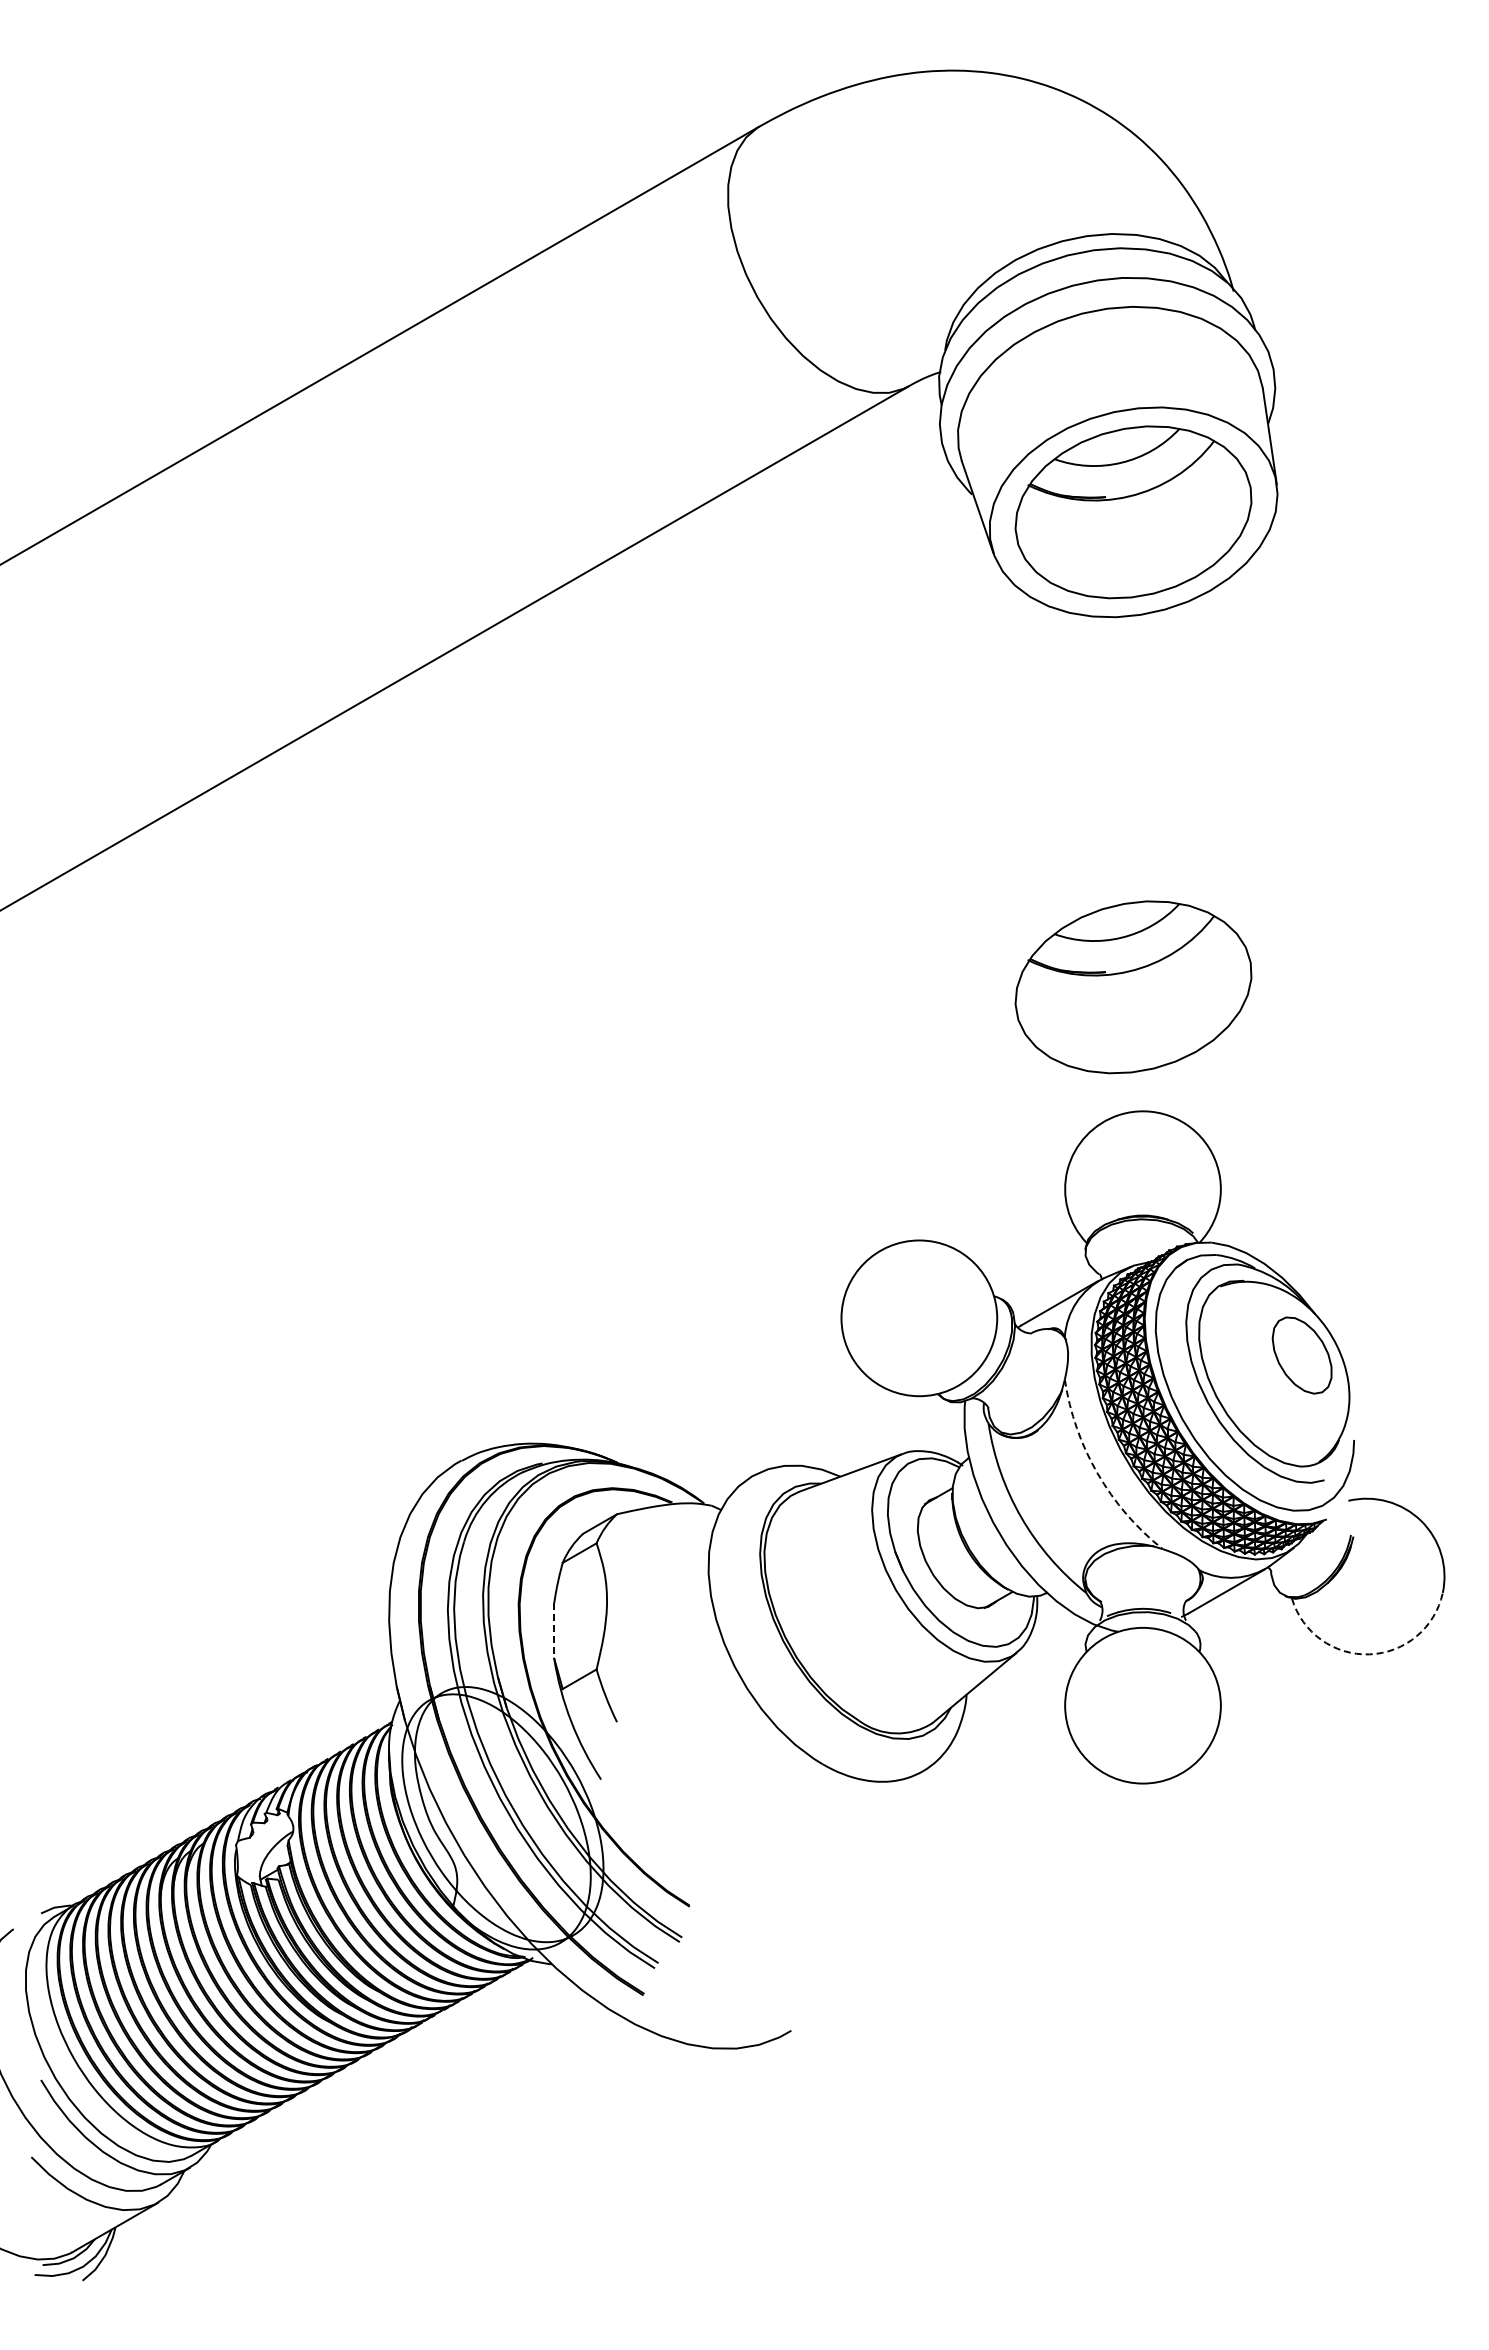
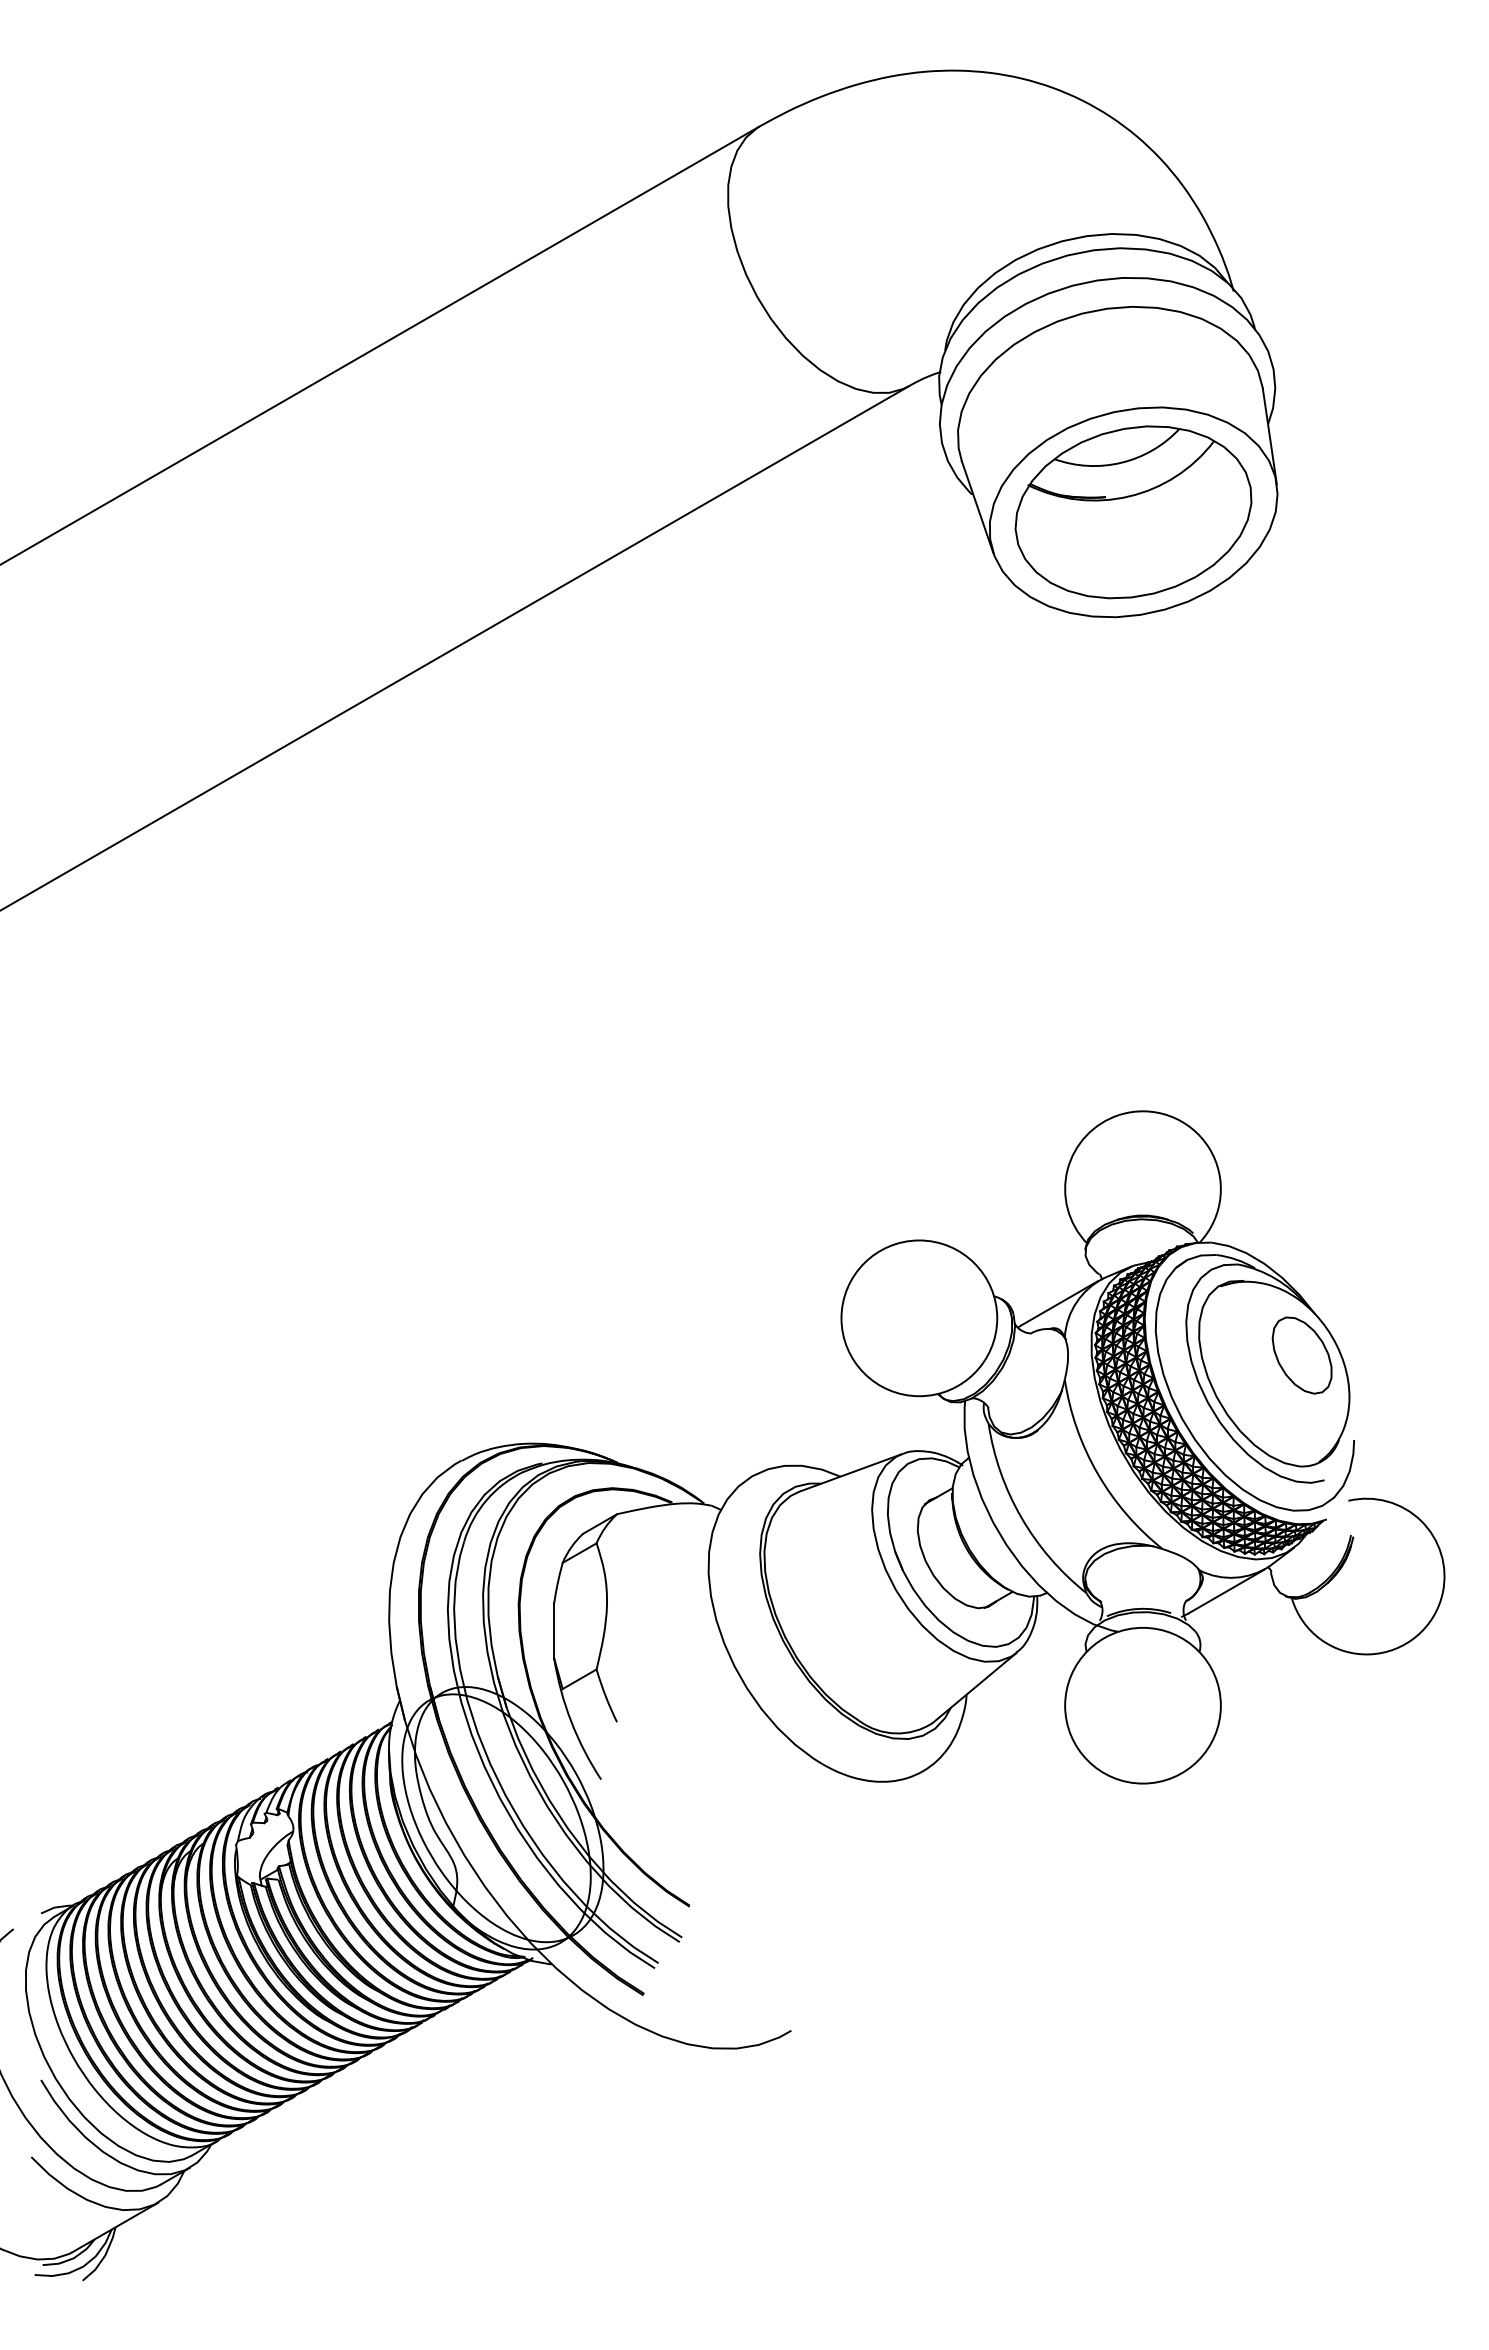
part at (1133, 987): present -> none
arc at (1097, 1473): dashed -> solid
line at (554, 1630): dashed -> solid
arc at (1369, 1654): dashed -> solid
